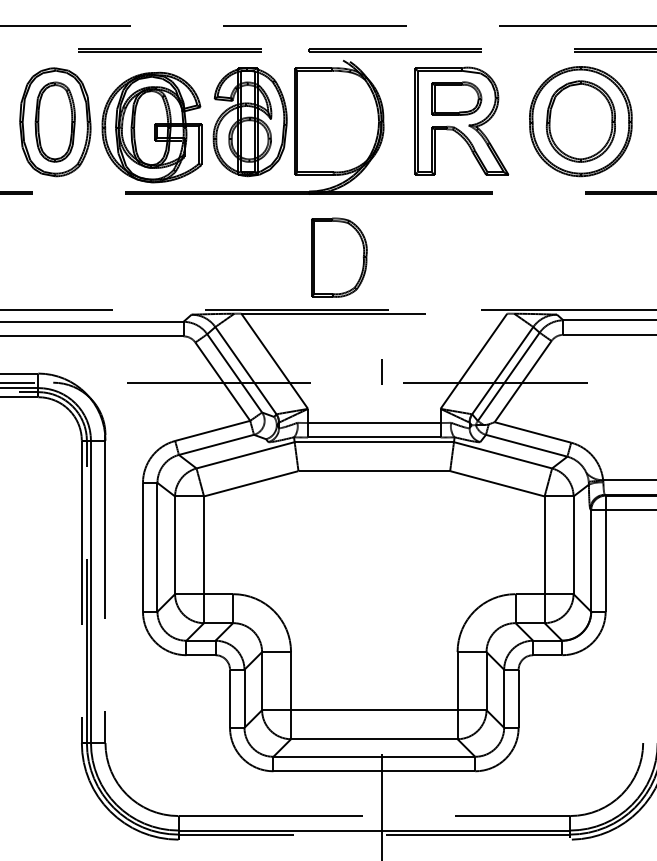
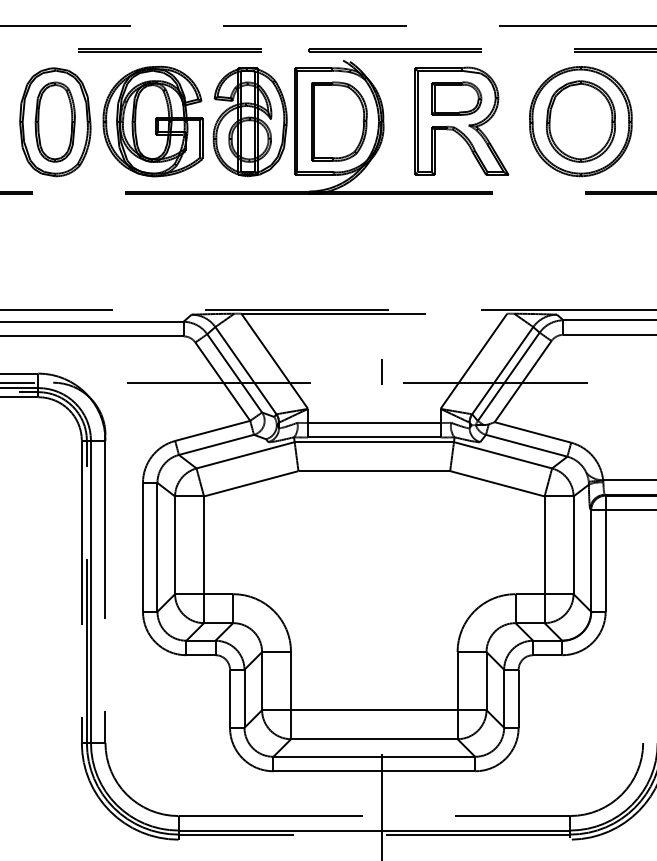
part at (151, 127) position: (151, 127) -> (152, 121)
part at (339, 257) position: (339, 257) -> (339, 121)
